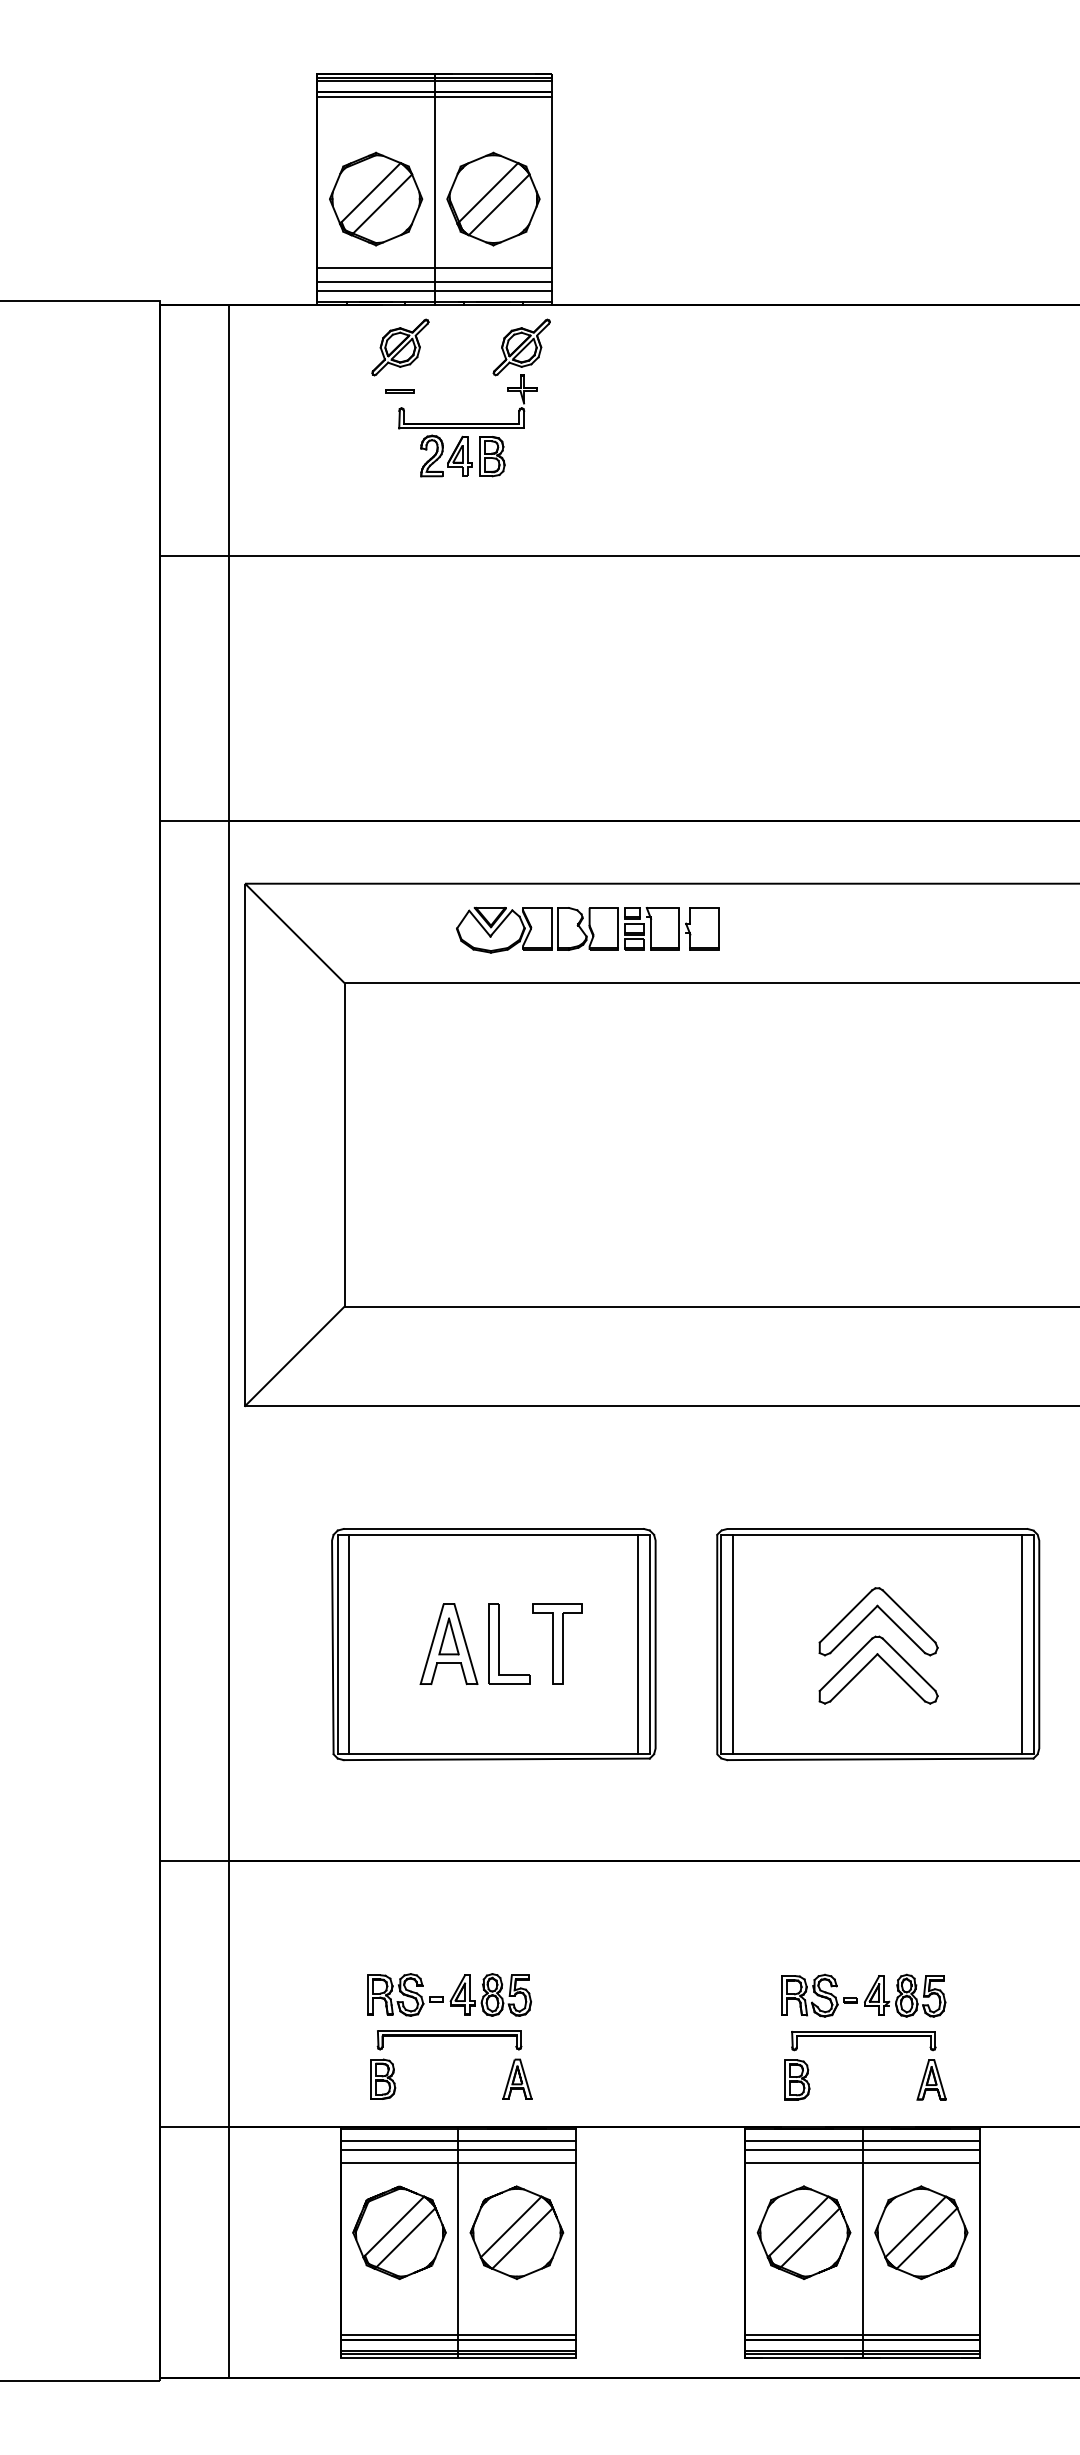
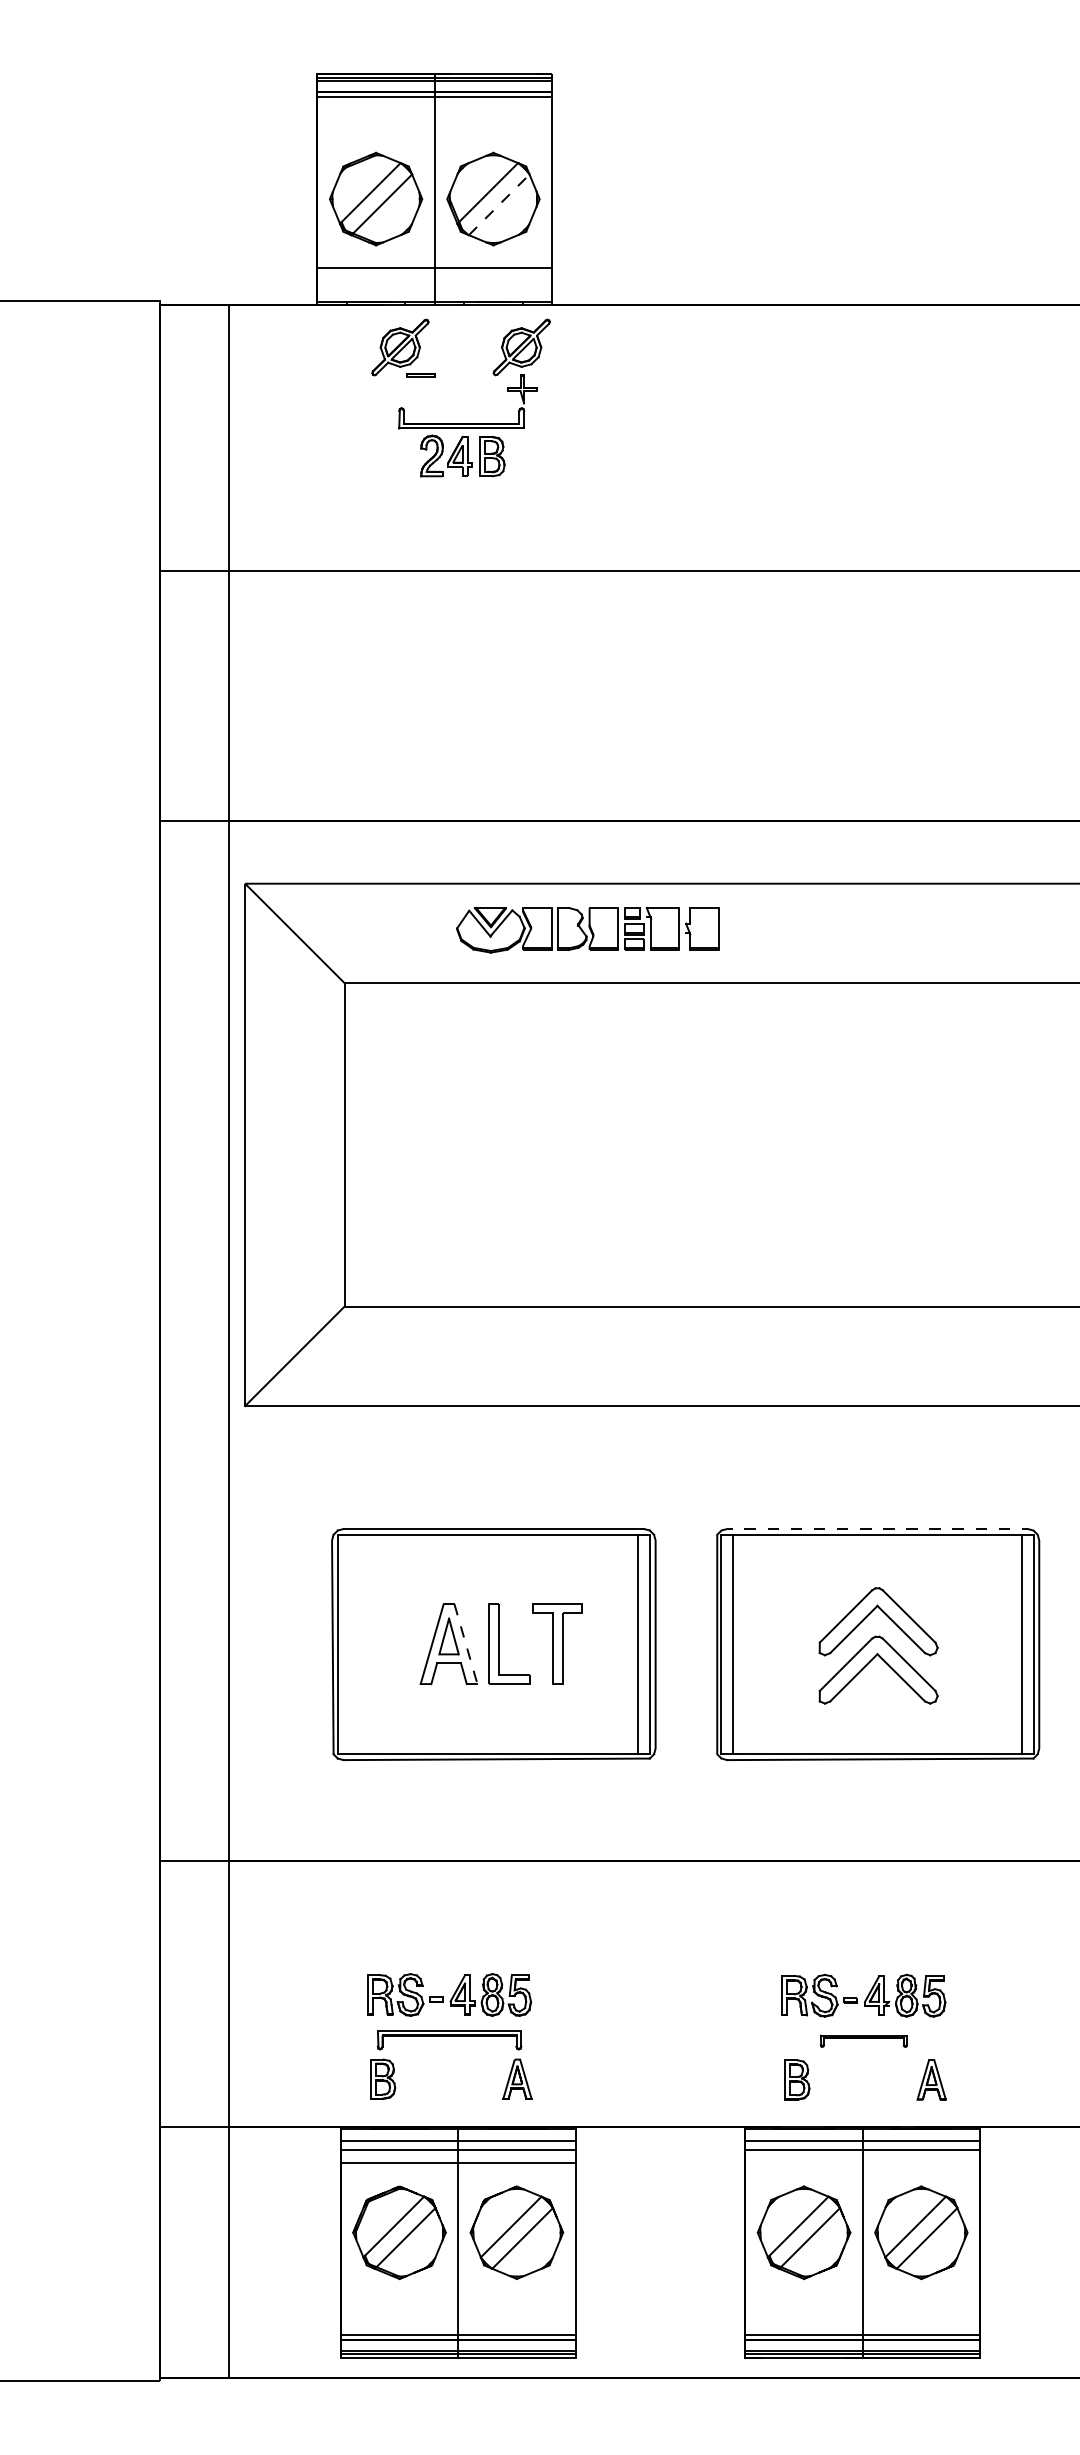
line at (499, 204): solid -> dashed
line at (434, 282): present -> none
line at (434, 290): present -> none
line at (399, 390) position: (399, 390) -> (420, 374)
line at (617, 555) position: (617, 555) -> (617, 570)
line at (874, 1528): solid -> dashed
line at (349, 1644): present -> none
line at (465, 1644): solid -> dashed
part at (863, 2041) size: 146x21 px -> 89x14 px
line at (862, 2163): present -> none
